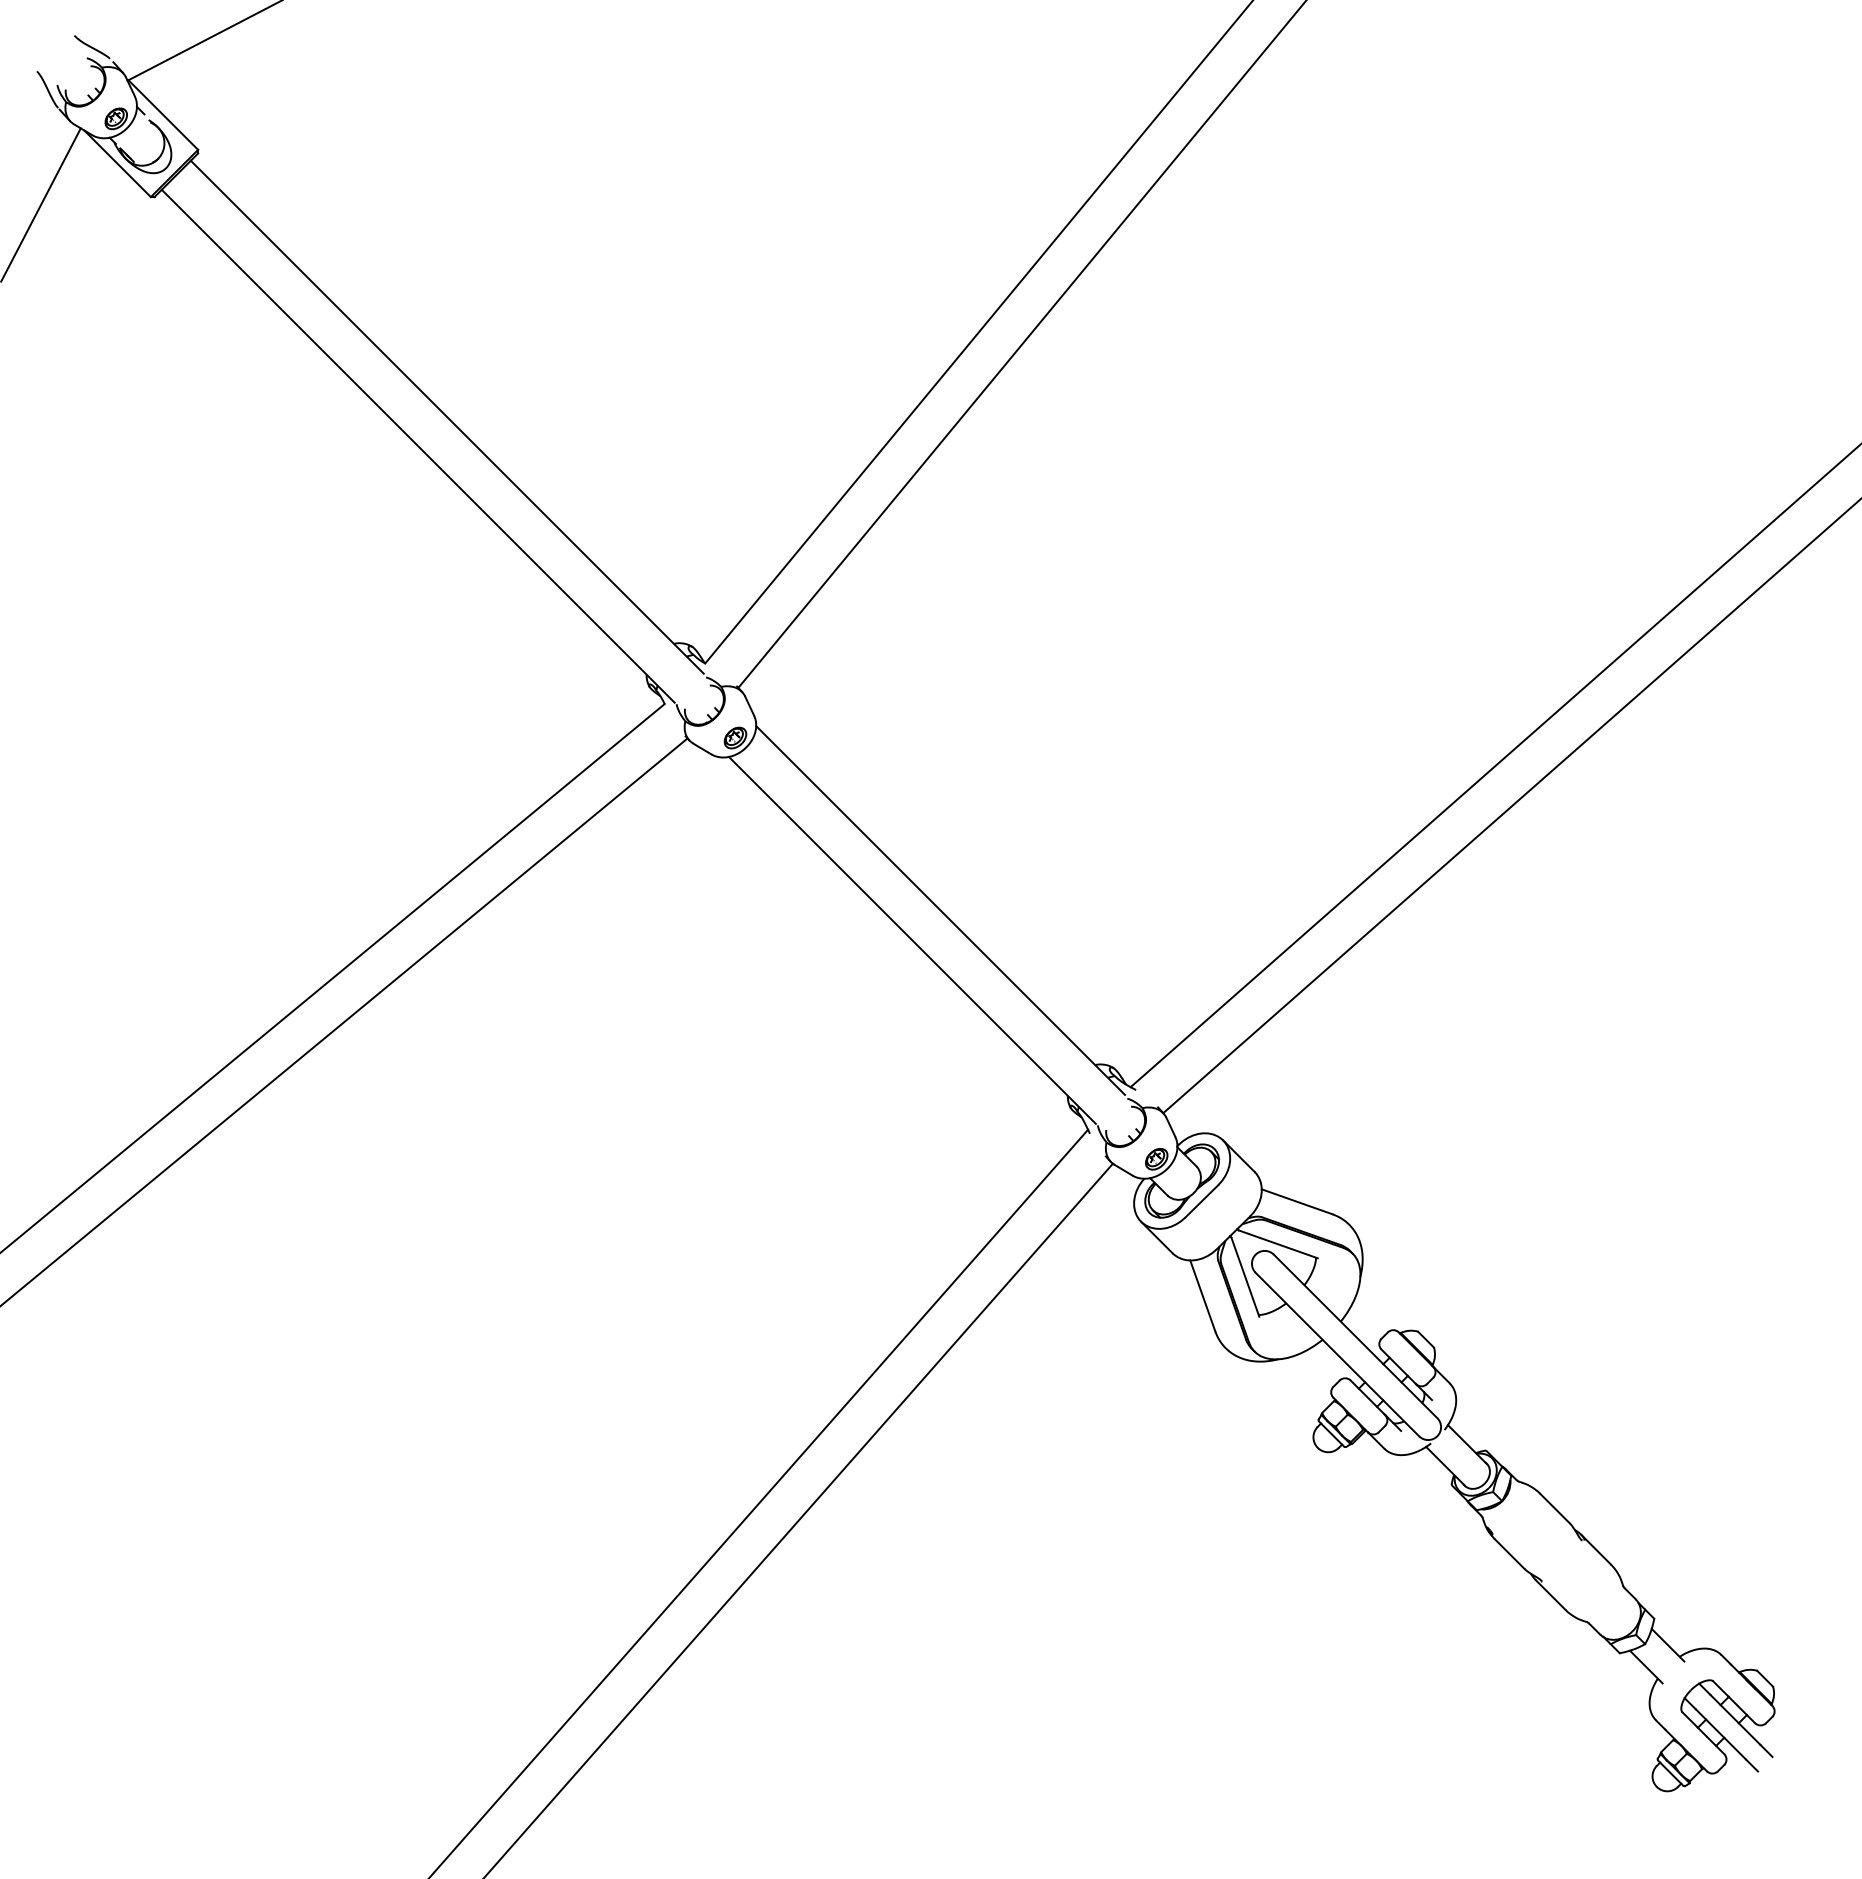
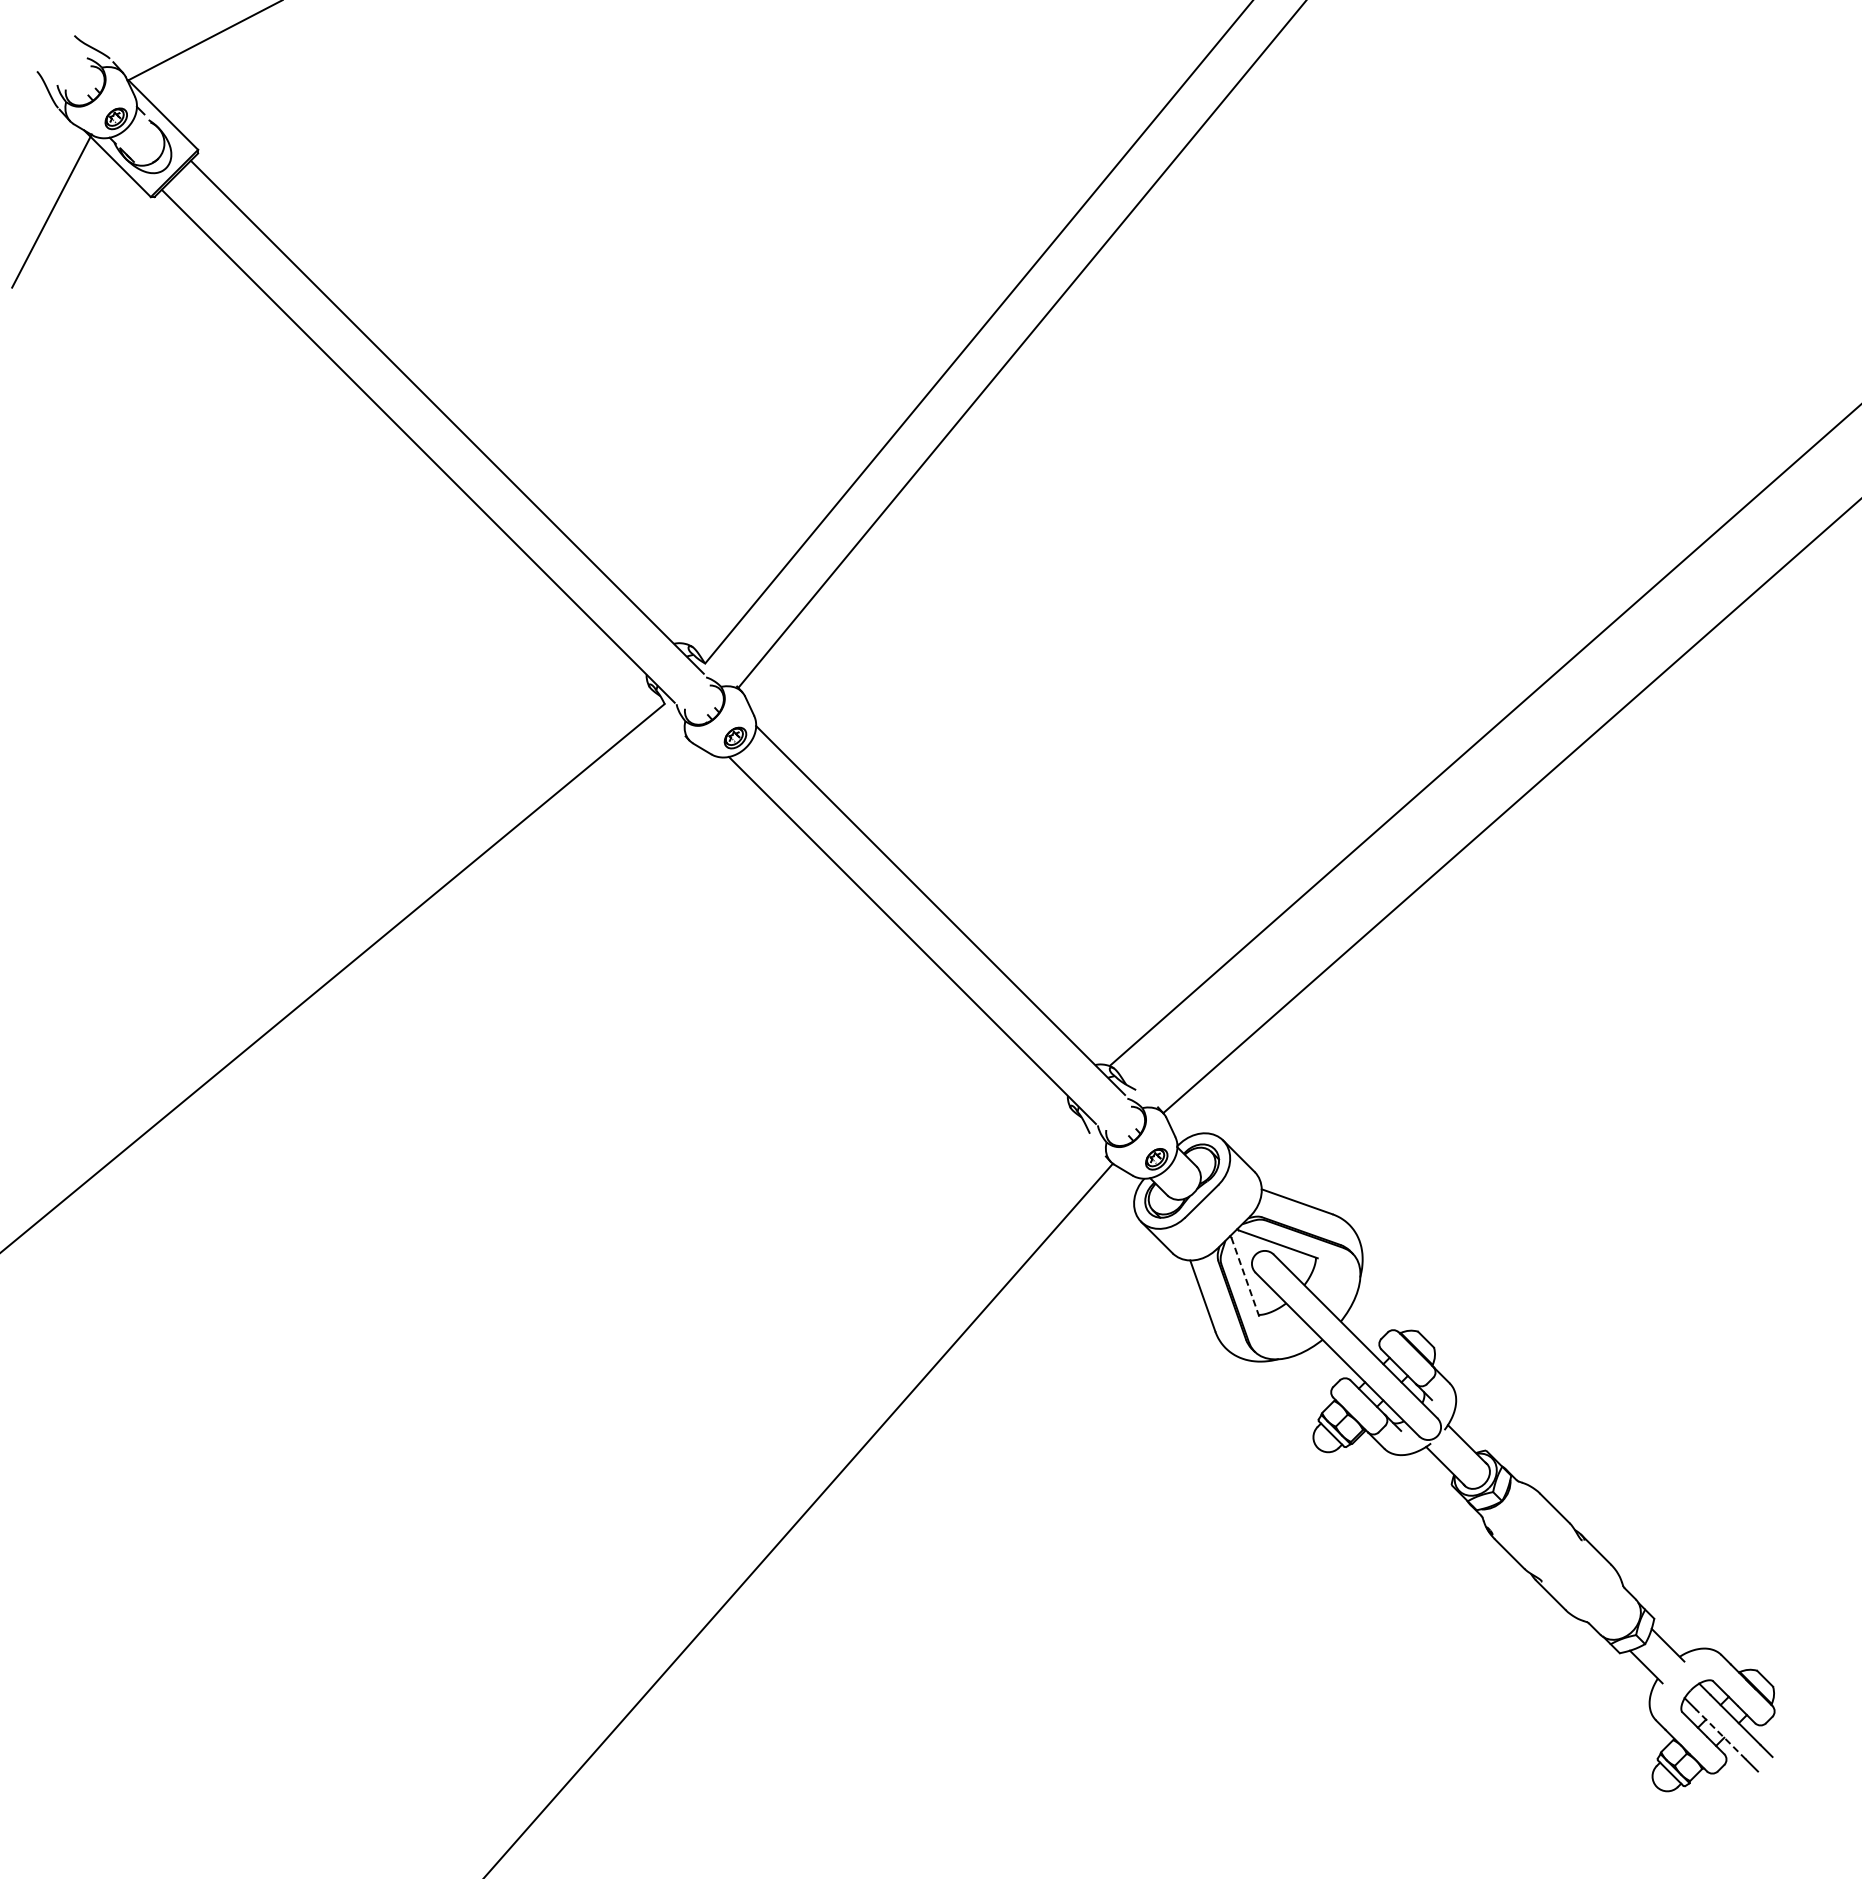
line at (41, 203) position: (41, 203) -> (51, 210)
line at (1494, 766) position: (1494, 766) -> (1484, 735)
line at (344, 1021): present -> none
line at (1245, 1277): solid -> dashed
line at (759, 1502): present -> none
line at (1720, 1734): solid -> dashed
